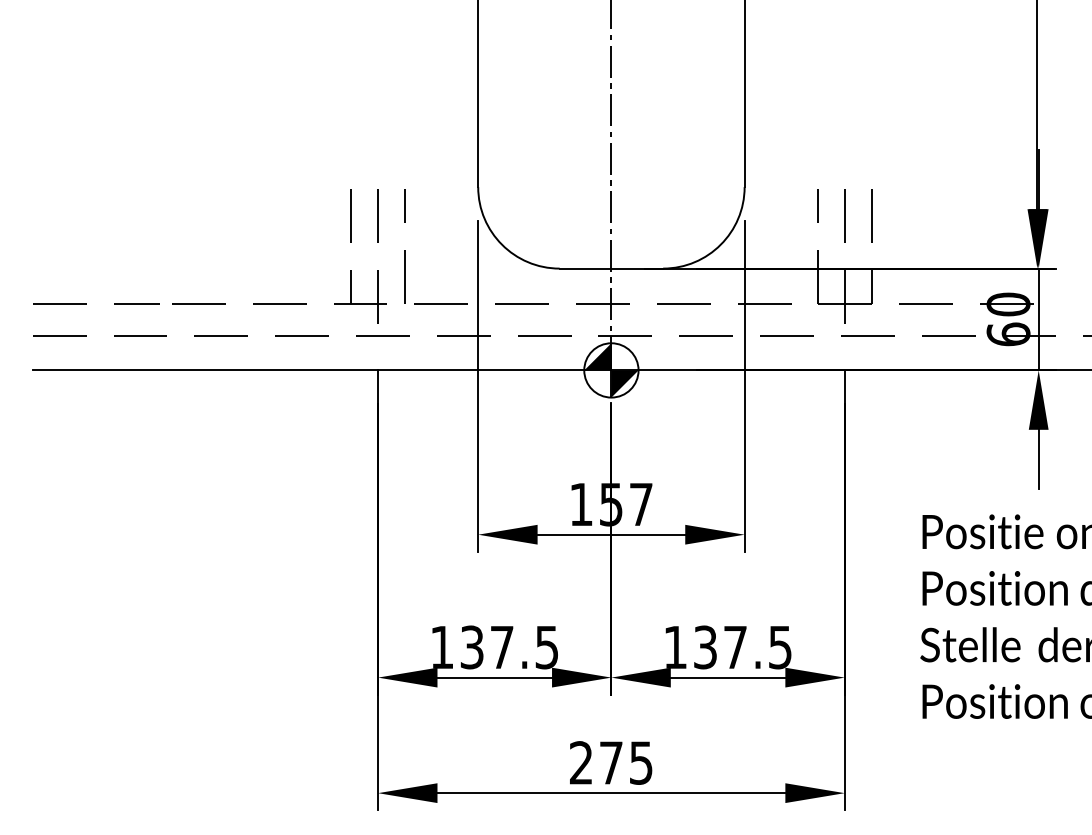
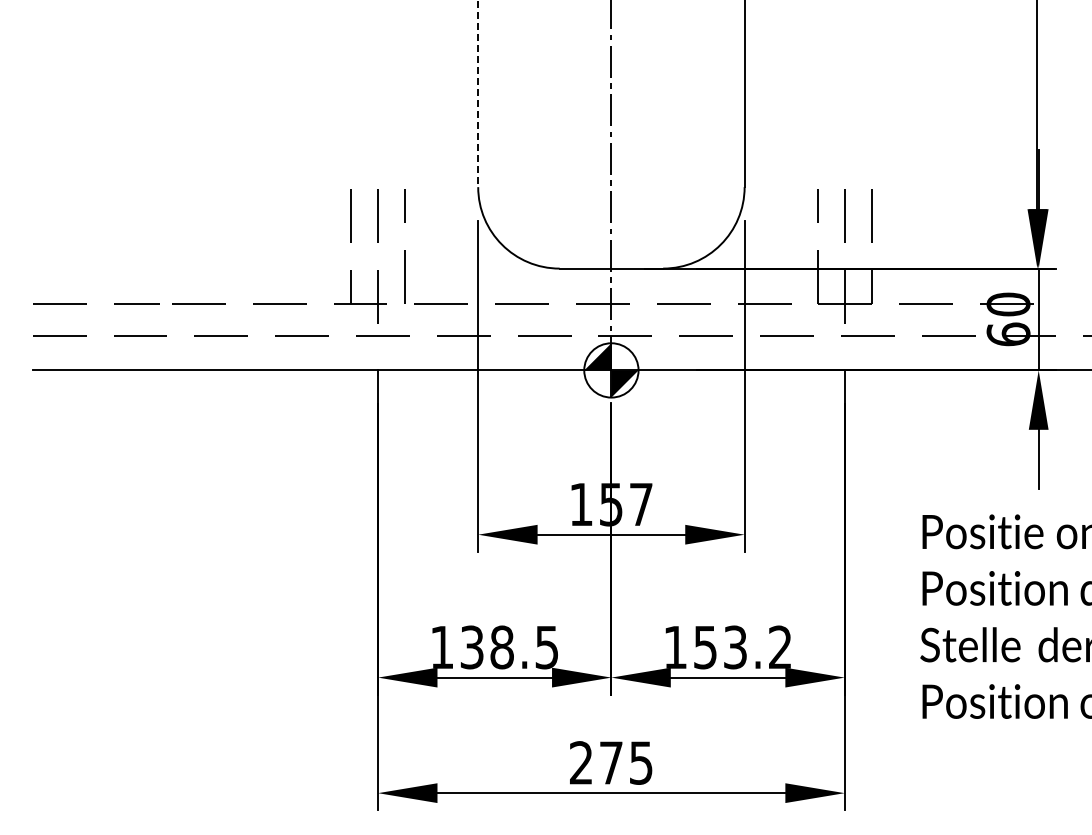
line at (478, 94): solid -> dashed
text at (501, 647): 137.5 -> 138.5
text at (742, 647): 137.5 -> 153.2
